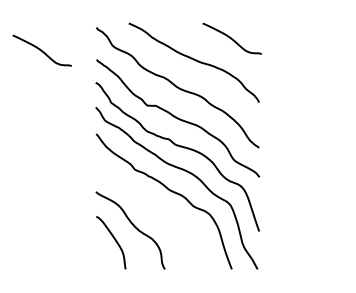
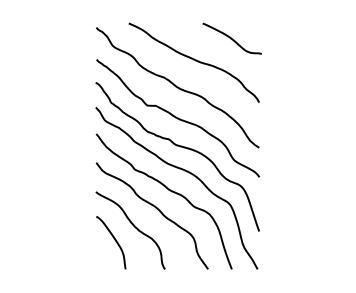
curve at (41, 50): present -> none
curve at (156, 209): none -> present
